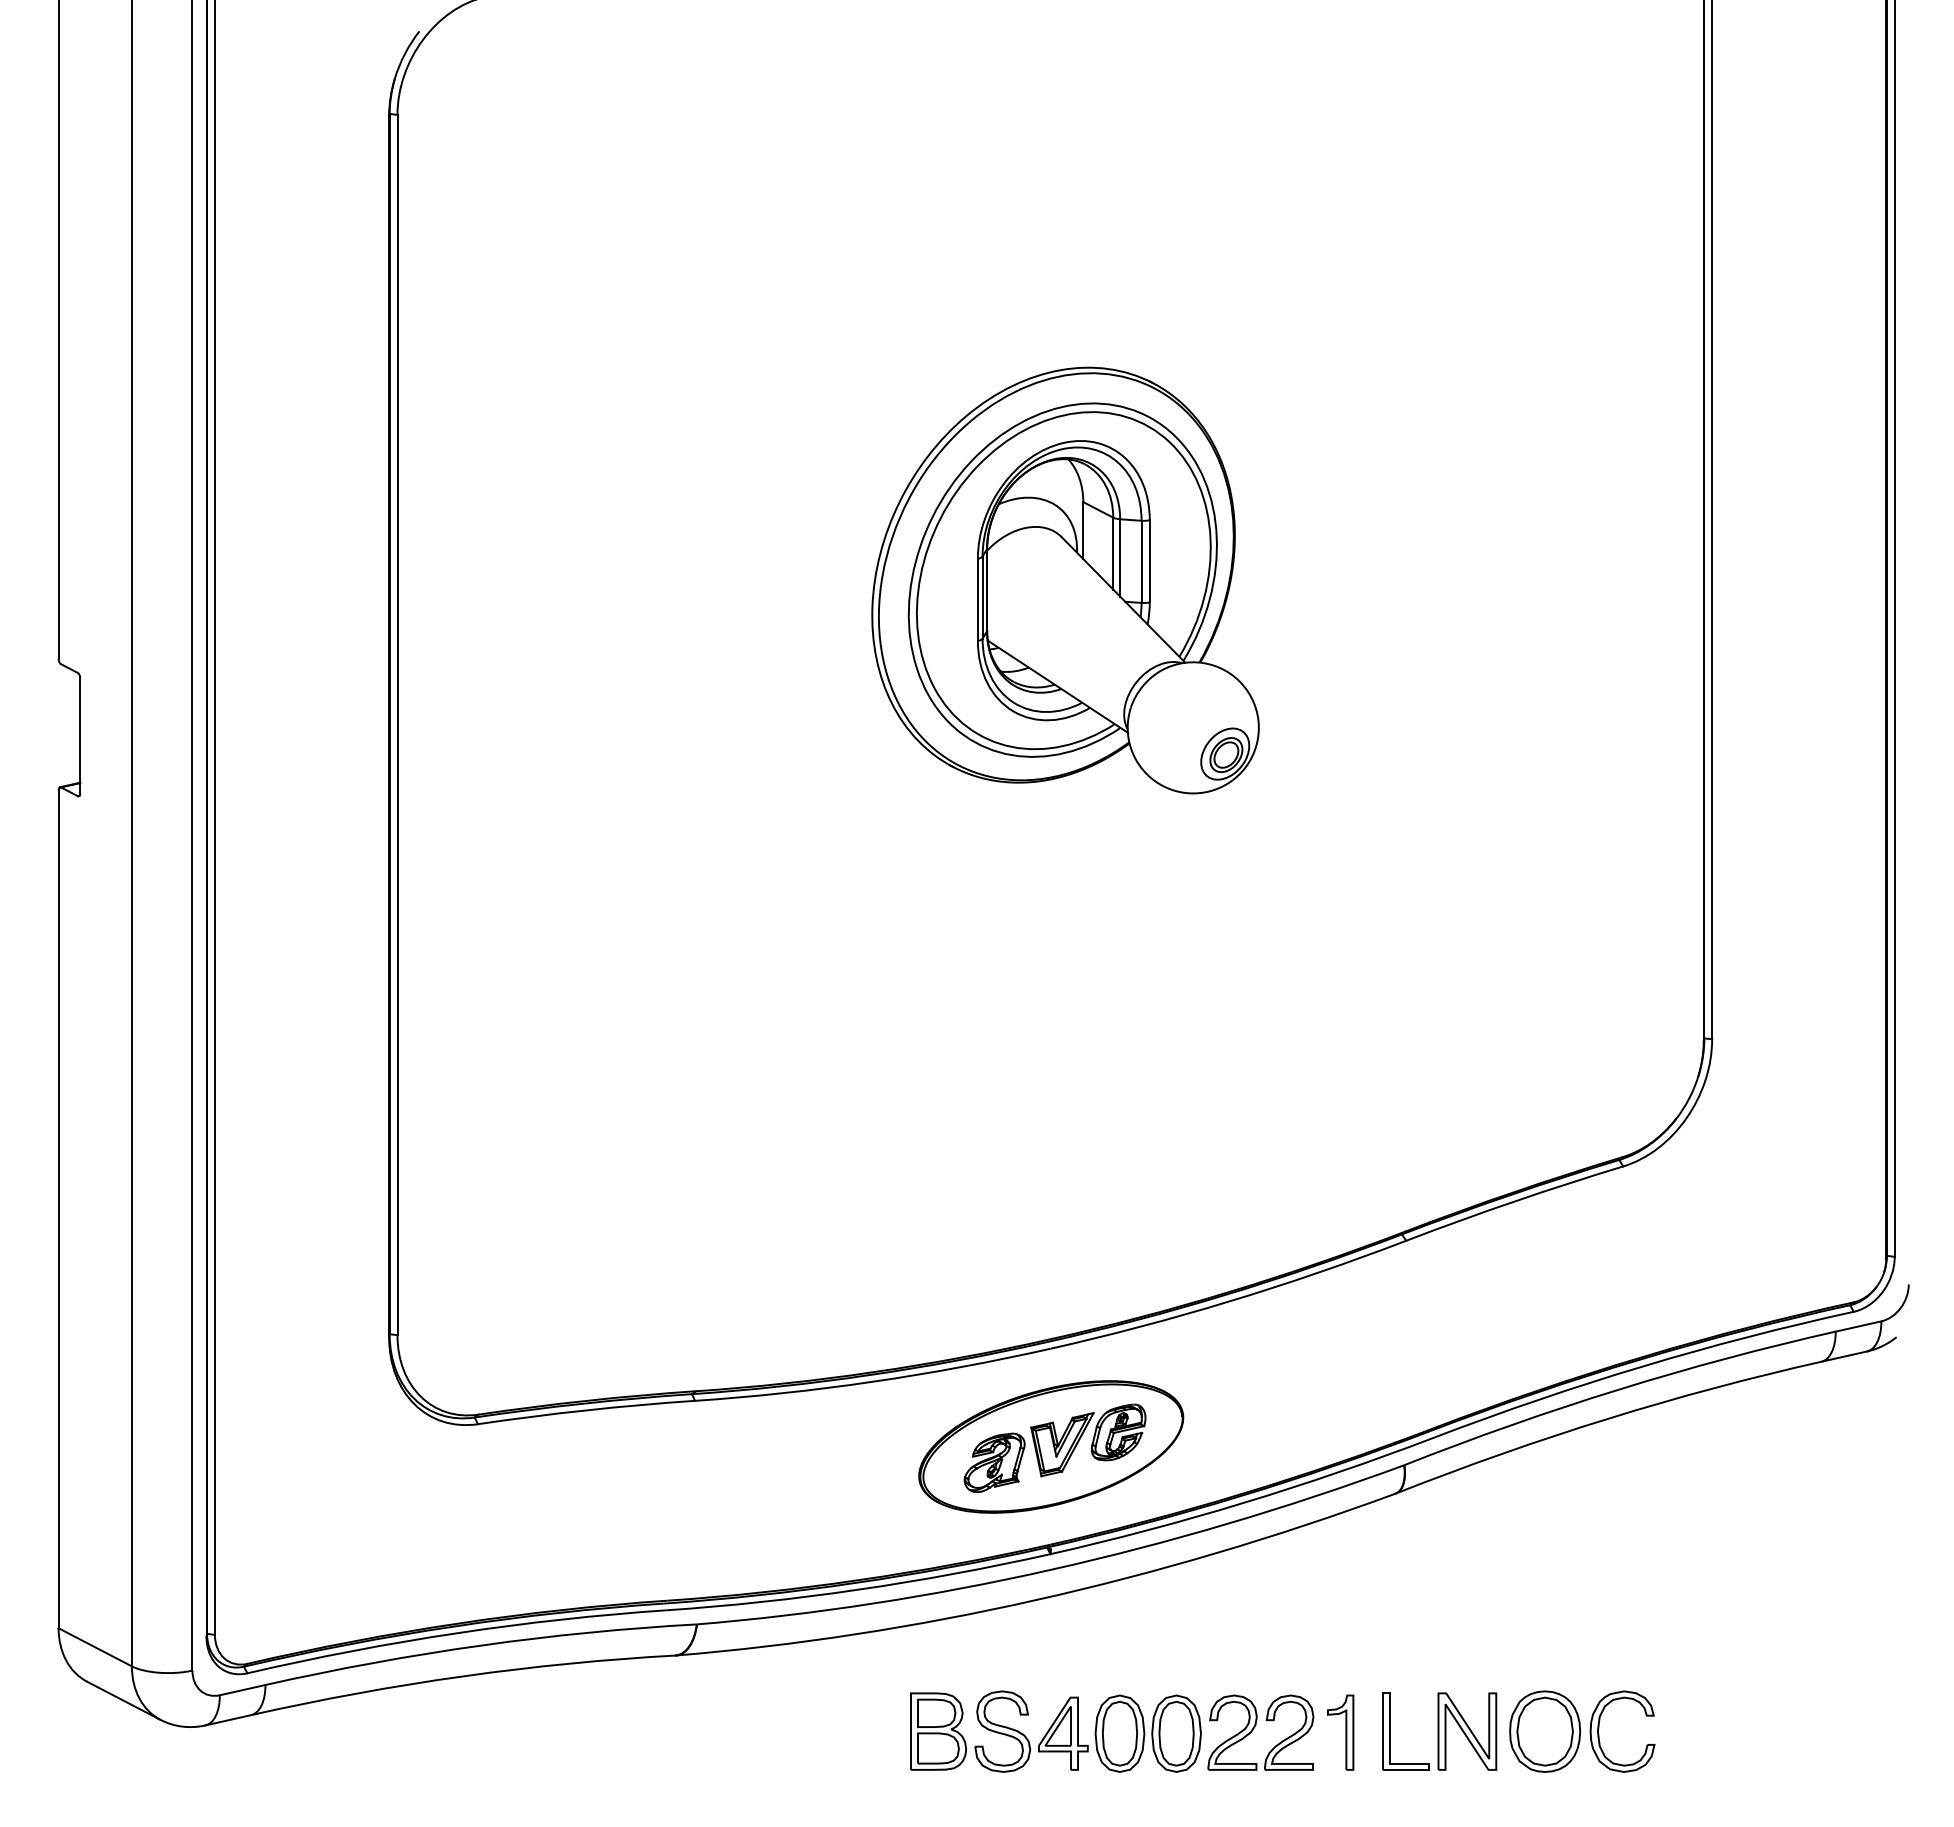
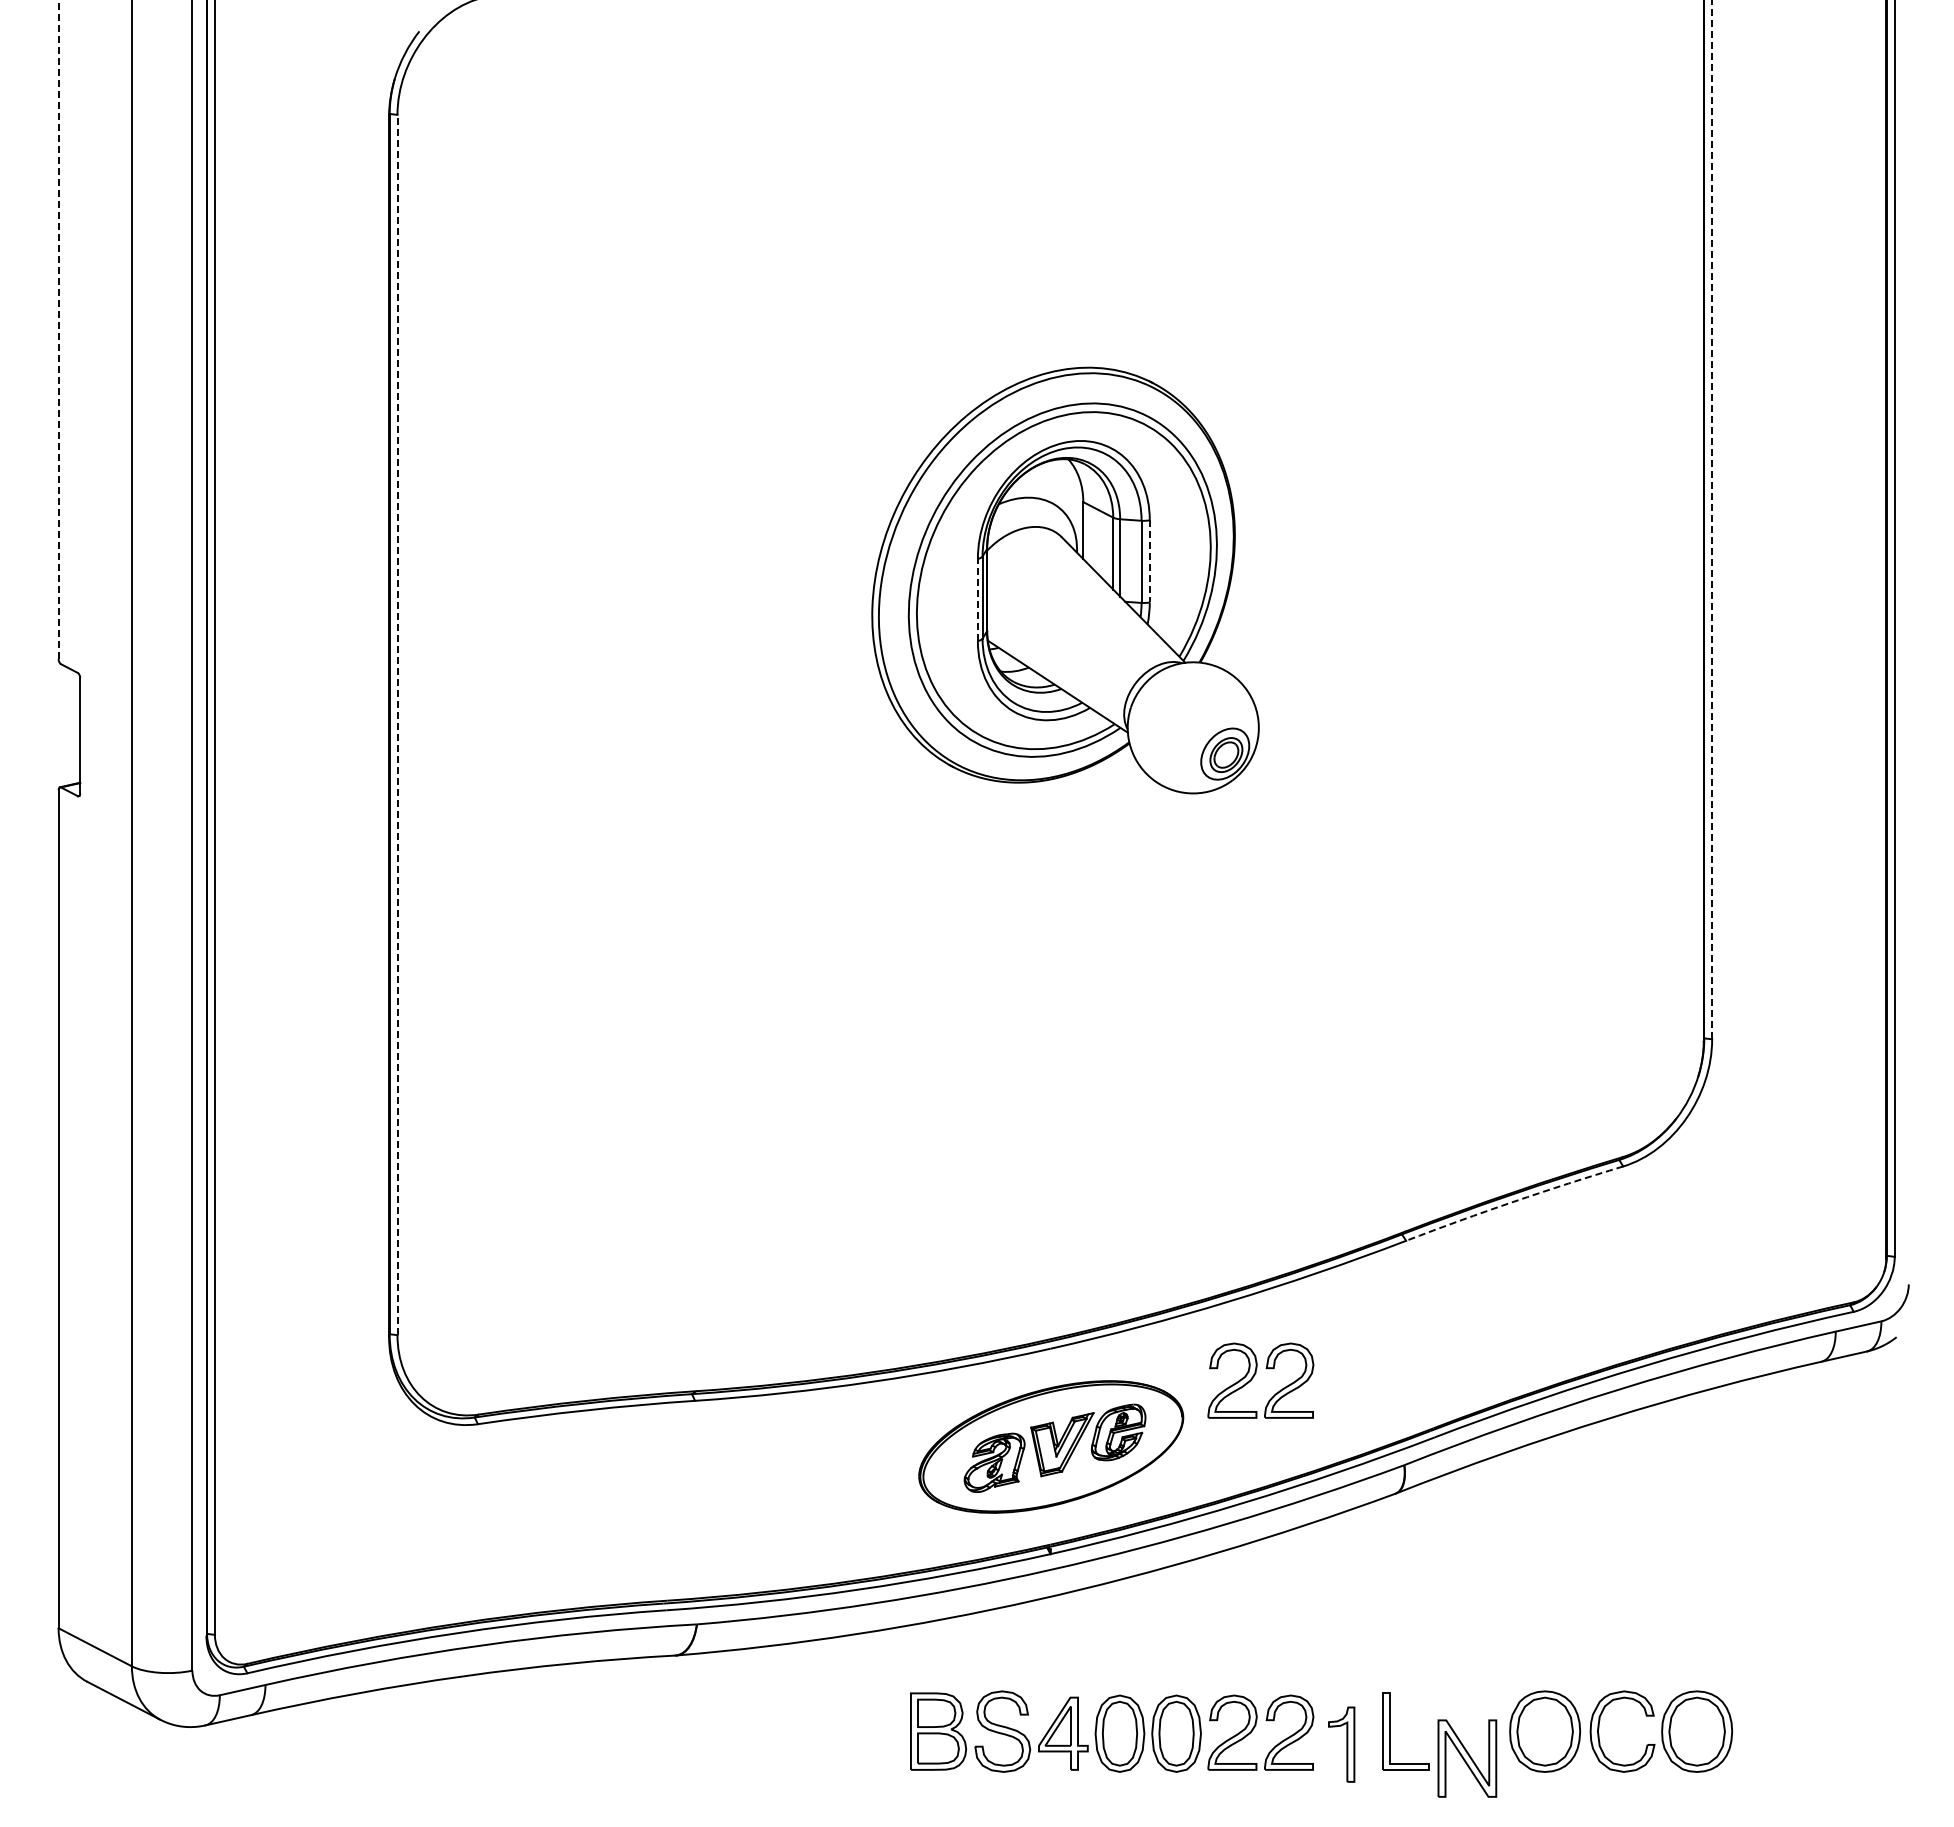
line at (58, 329): solid -> dashed
line at (1712, 519): solid -> dashed
line at (1149, 561): solid -> dashed
line at (977, 599): solid -> dashed
line at (397, 724): solid -> dashed
arc at (1514, 1201): solid -> dashed
part at (1255, 1375): none -> present
part at (1467, 1731) position: (1467, 1731) -> (1467, 1758)
part at (1697, 1731): none -> present
part at (1340, 1732) position: (1340, 1732) -> (1341, 1744)
